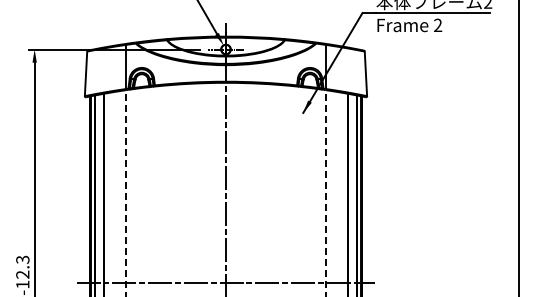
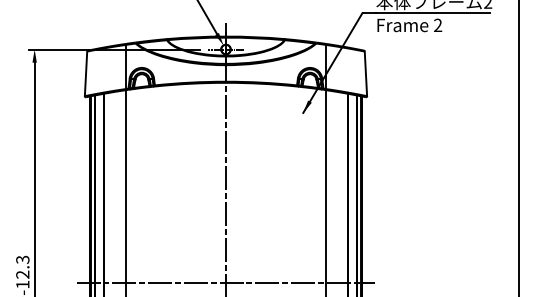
line at (126, 193): dashed -> solid
line at (325, 193): dashed -> solid
